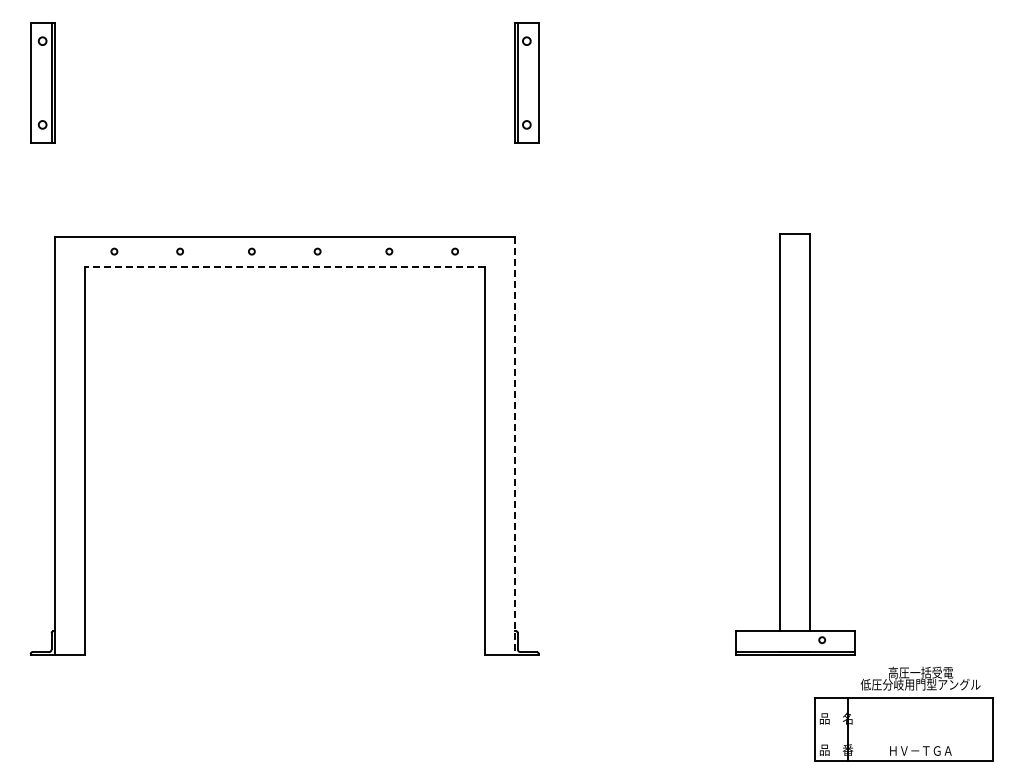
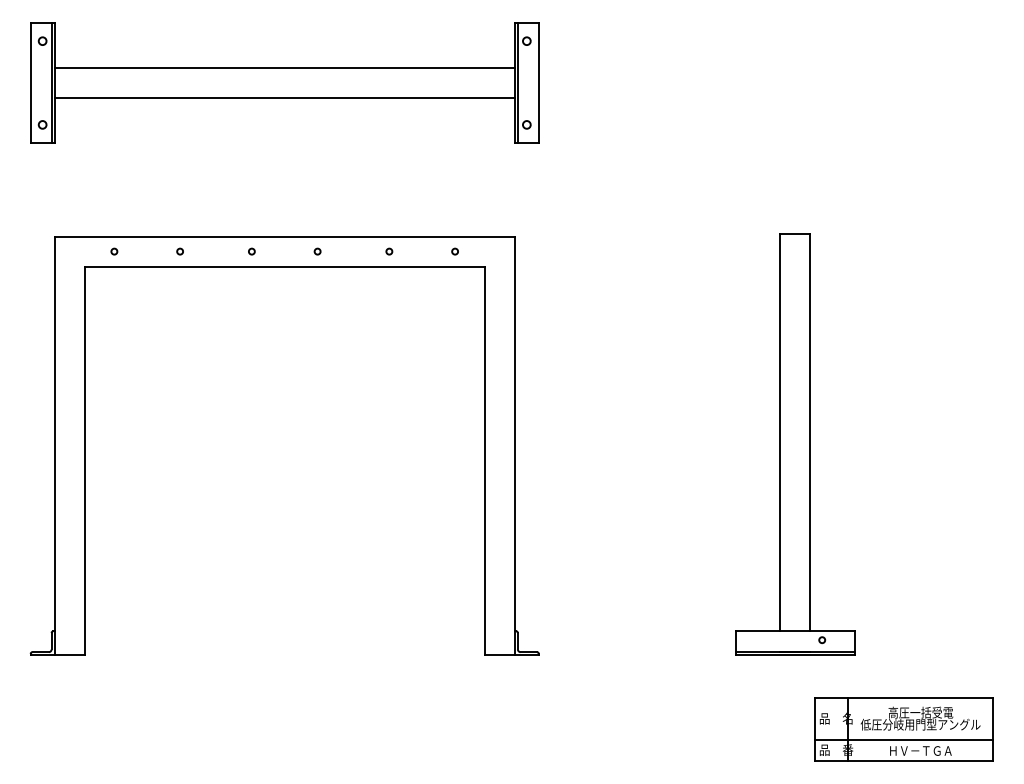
line at (284, 68): none -> present
line at (284, 98): none -> present
line at (284, 266): dashed -> solid
line at (514, 446): dashed -> solid
text at (920, 678) position: (920, 678) -> (920, 718)
line at (904, 739): none -> present
